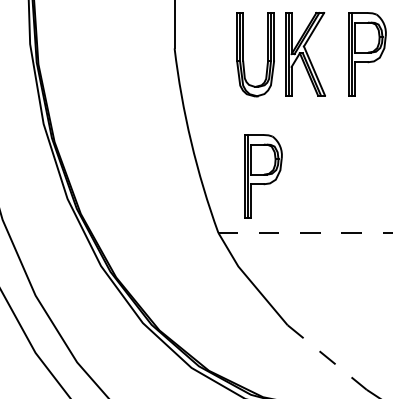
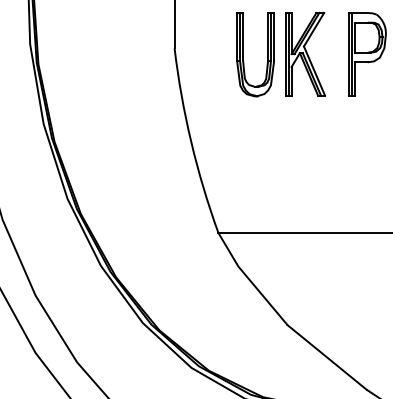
part at (263, 176): present -> none
line at (305, 232): dashed -> solid
line at (327, 357): dashed -> solid
